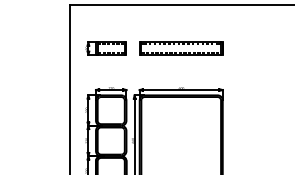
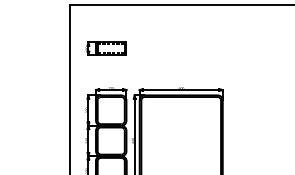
part at (181, 48): present -> none
